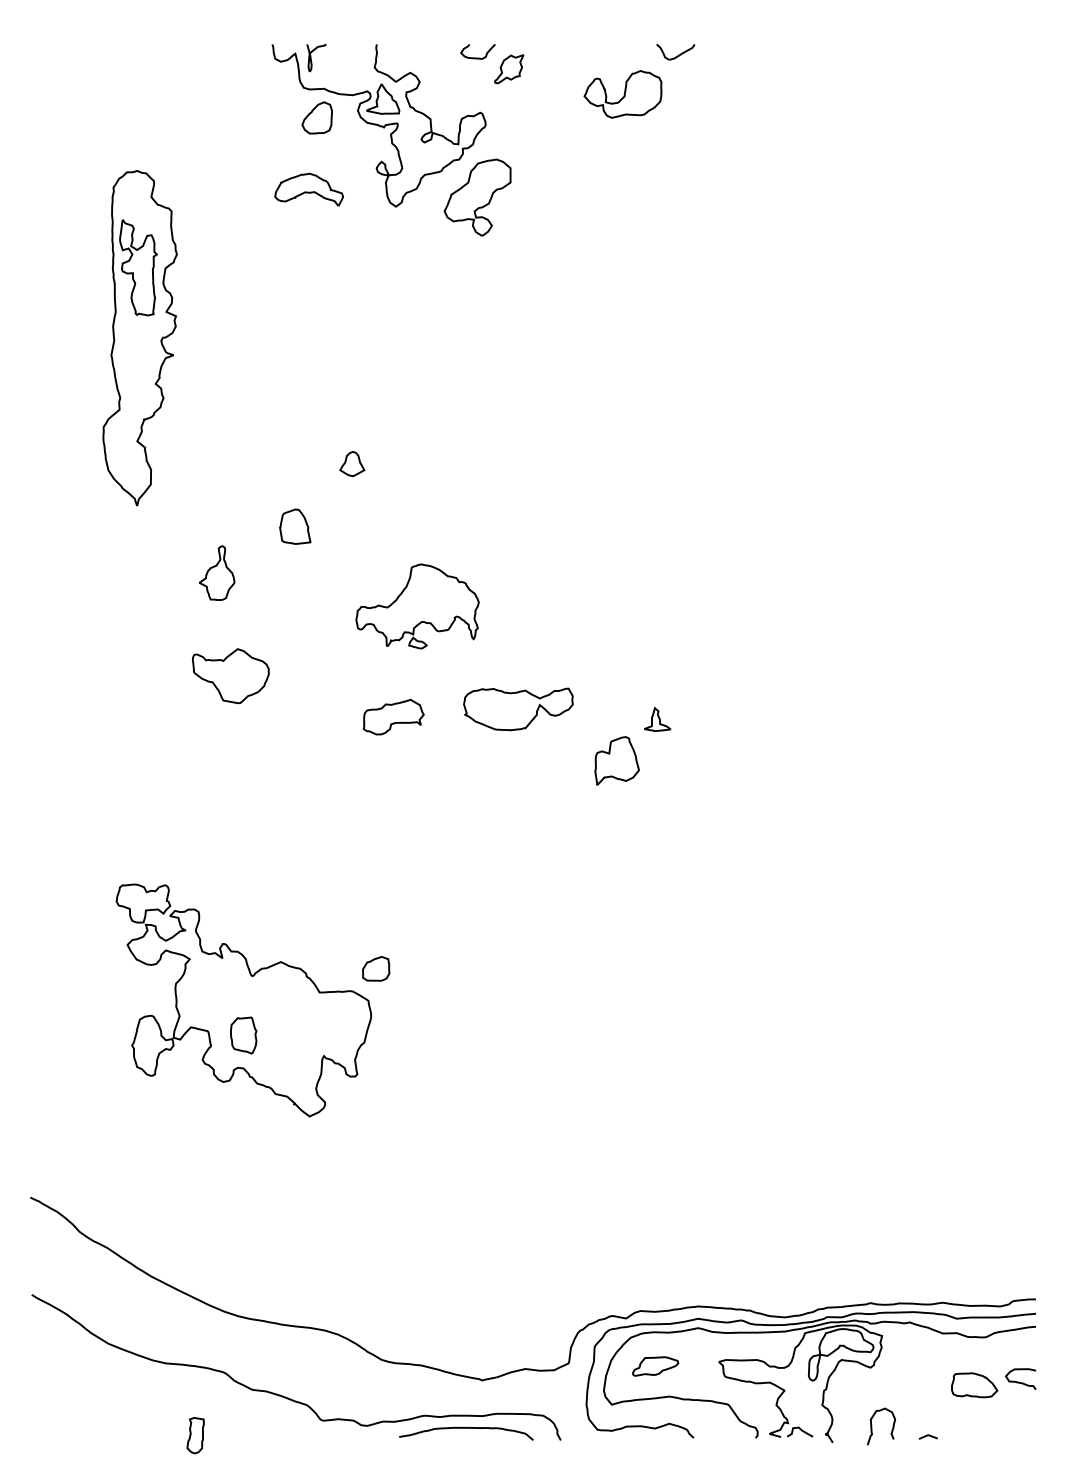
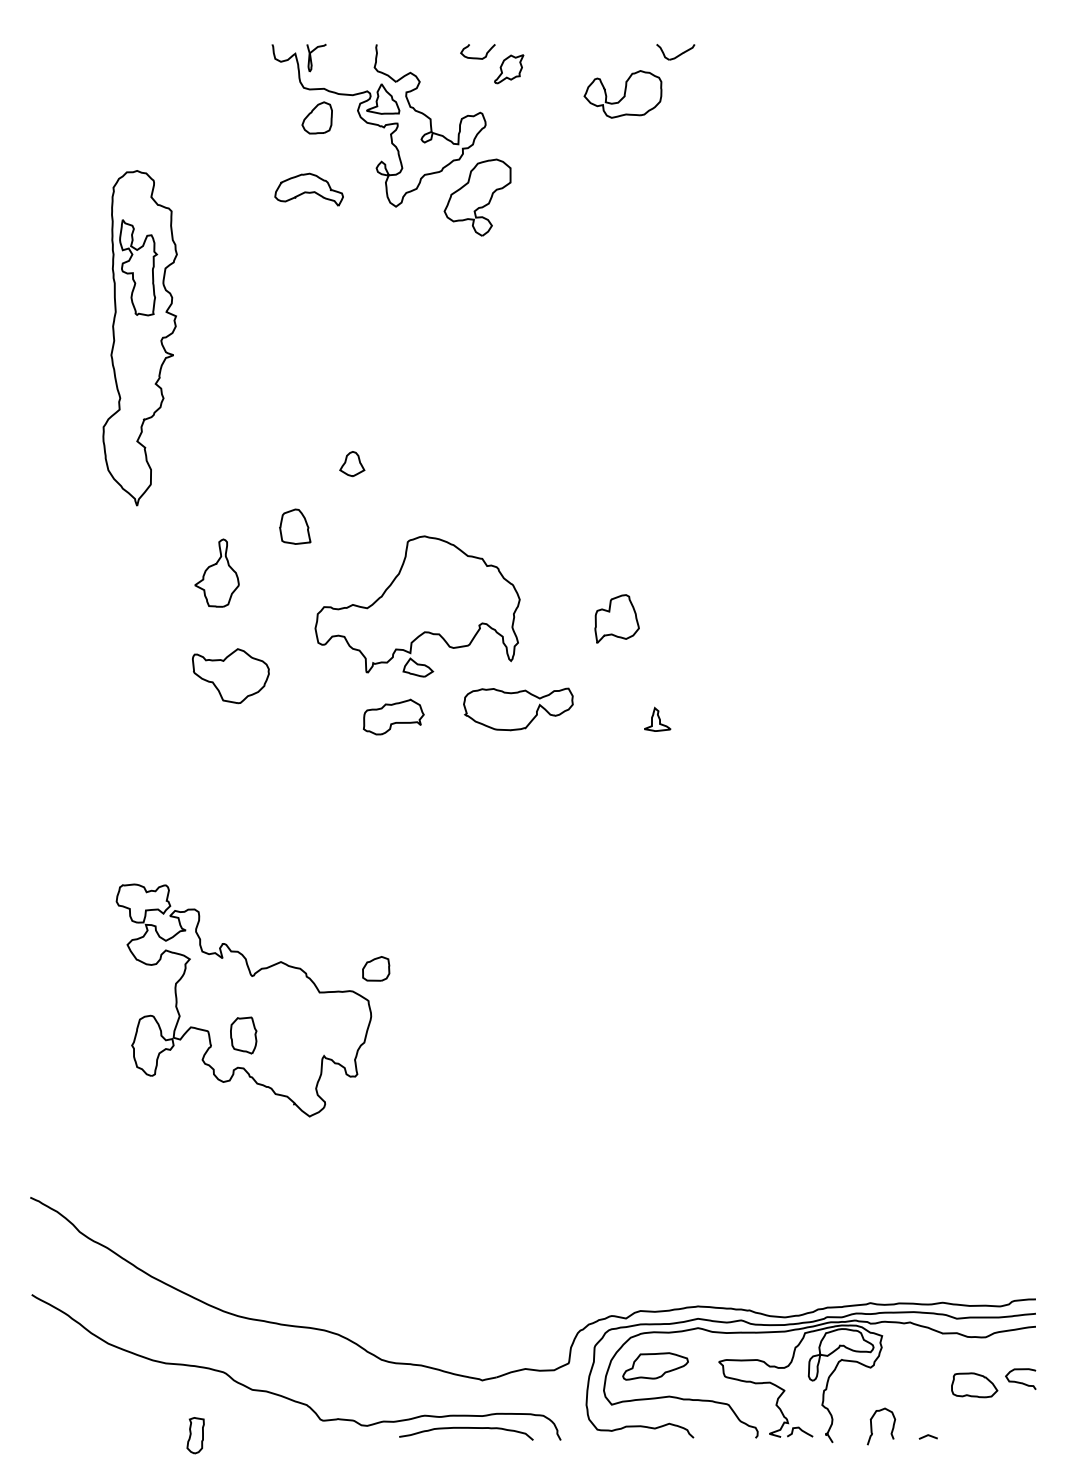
part at (217, 572) size: 37x56 px -> 46x70 px
part at (417, 606) size: 125x87 px -> 207x143 px
part at (616, 760) position: (616, 760) -> (616, 618)
part at (655, 1366) size: 48x21 px -> 67x29 px
